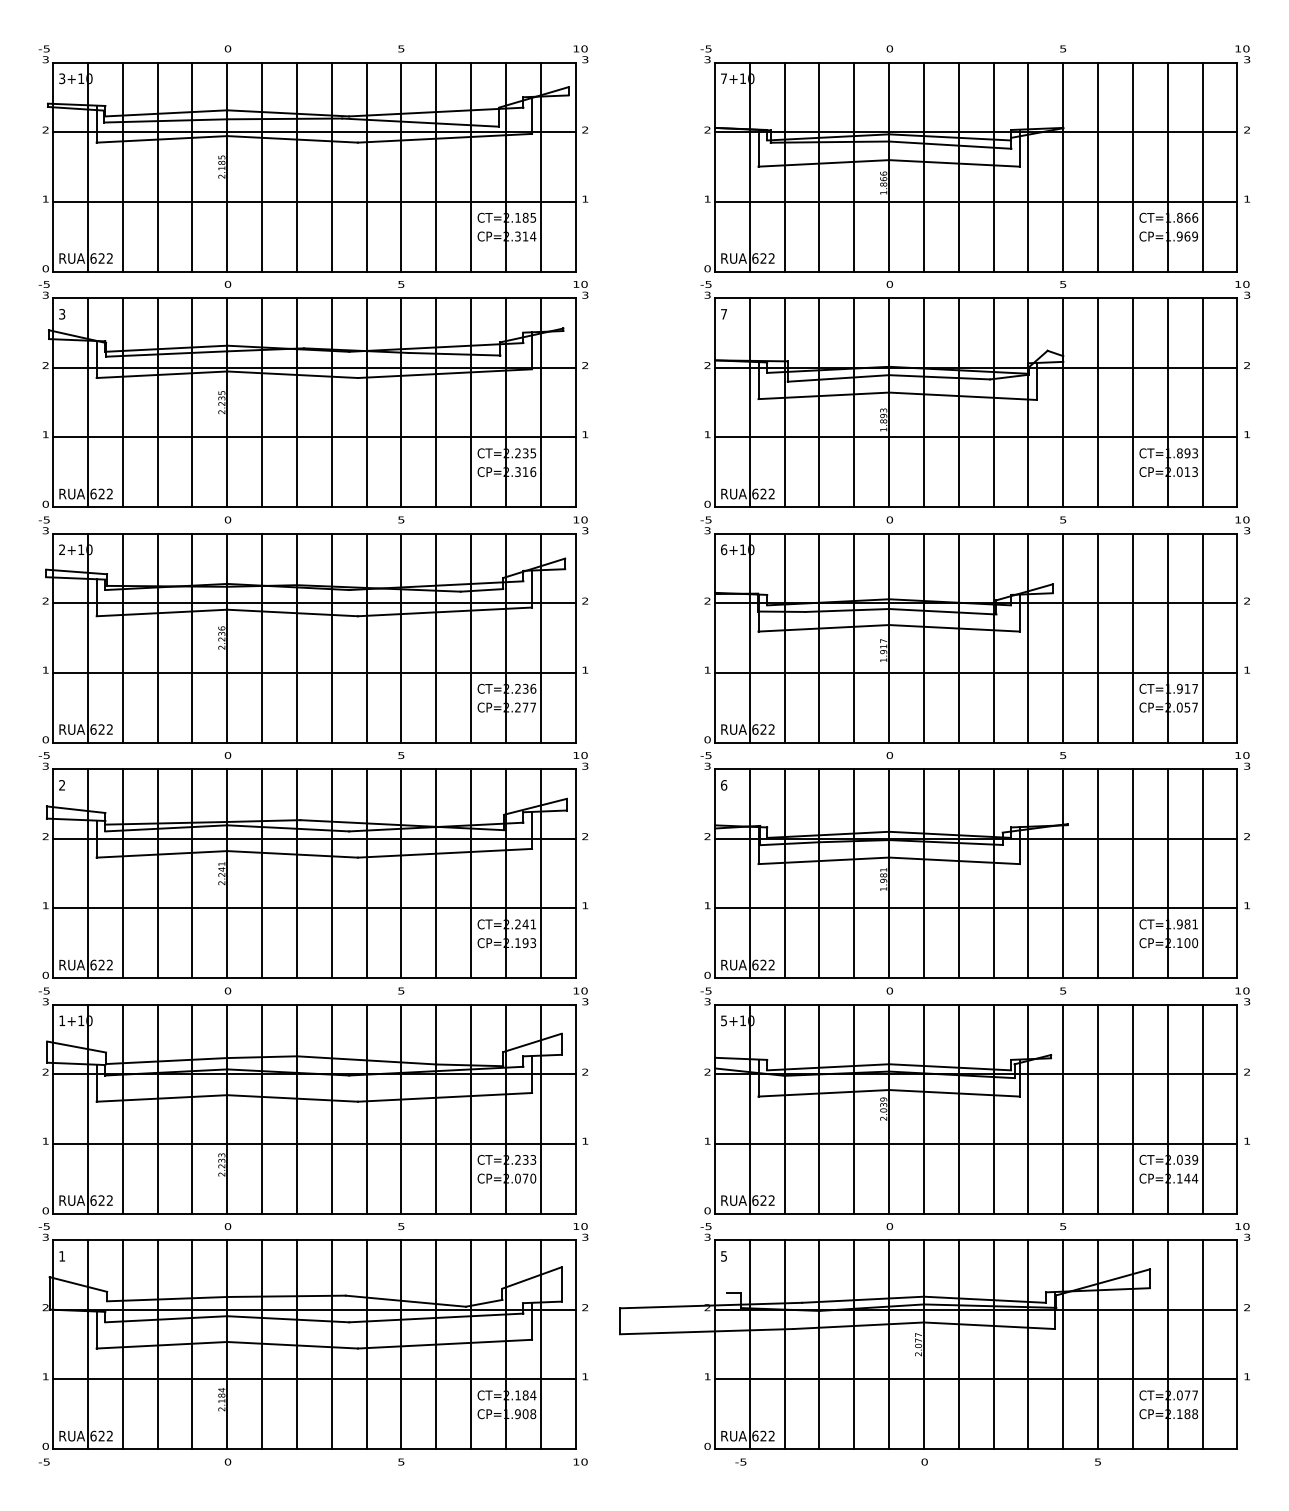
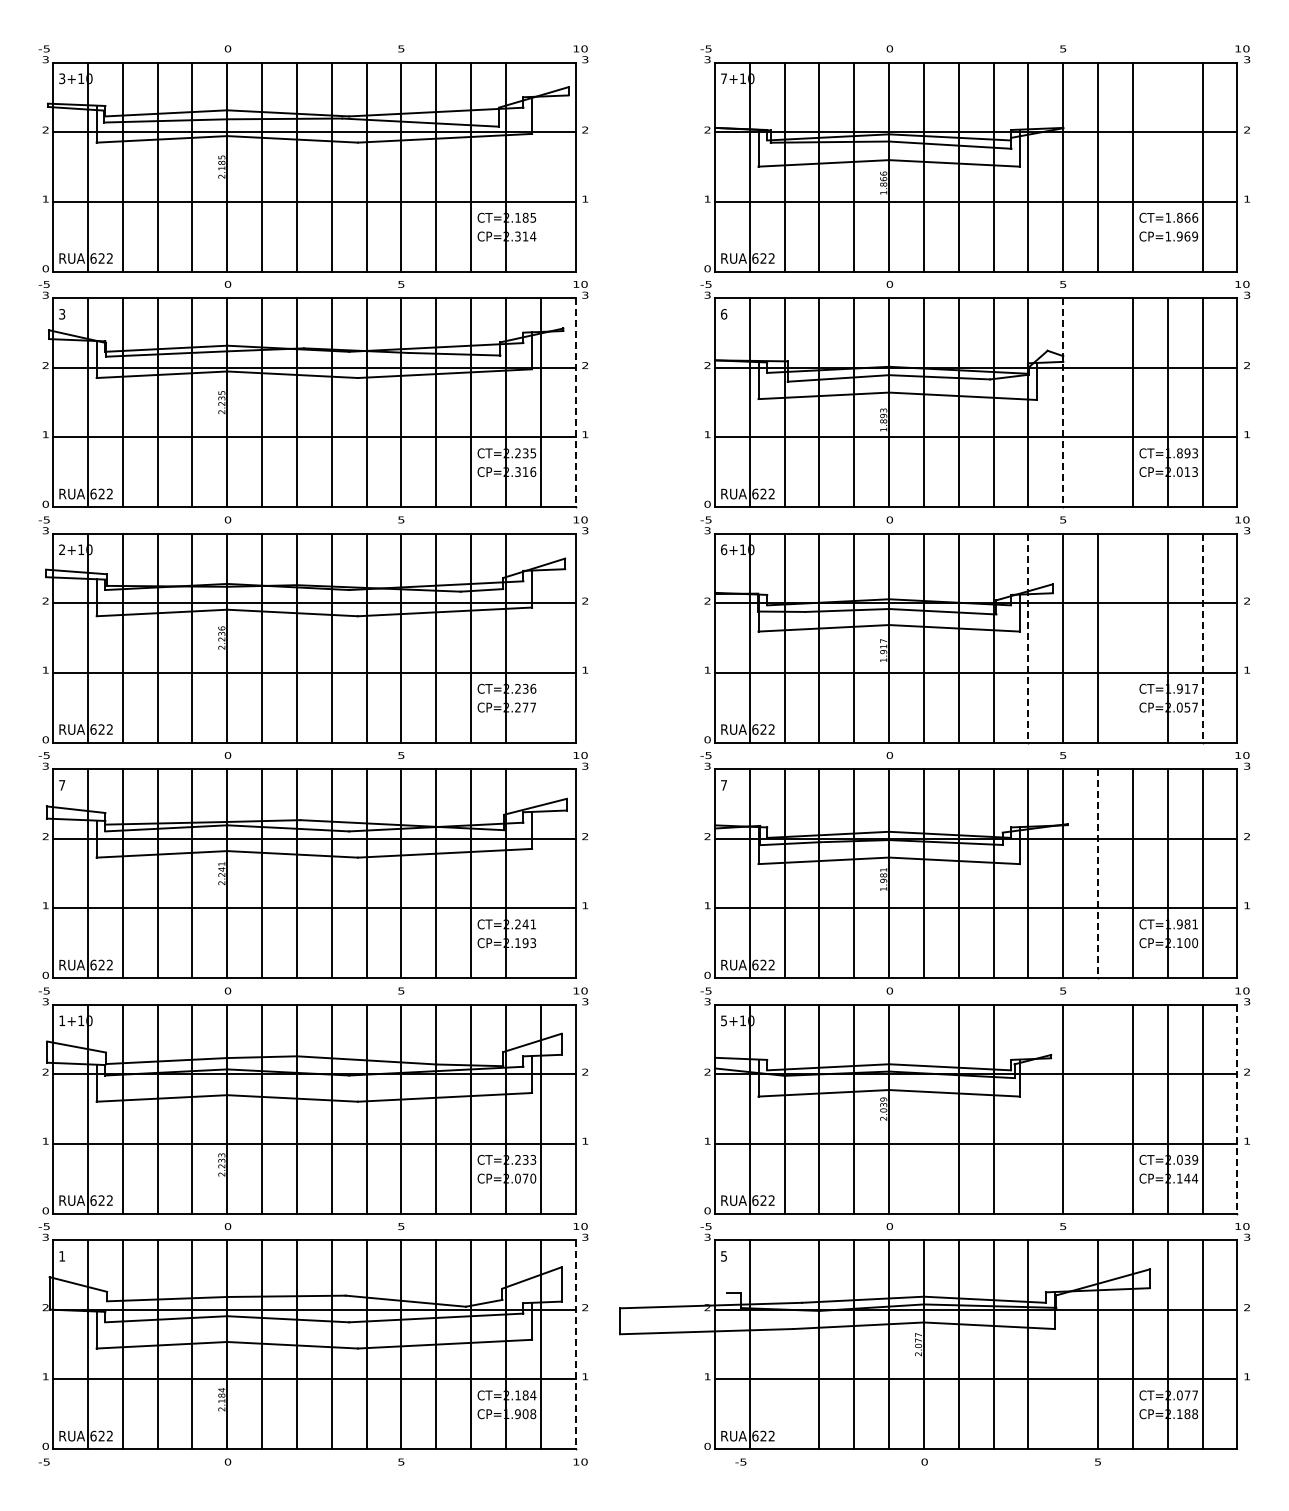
line at (540, 166): present -> none
line at (1167, 166): present -> none
text at (724, 314): 7 -> 6
line at (575, 402): solid -> dashed
line at (1063, 402): solid -> dashed
line at (1098, 402): present -> none
line at (540, 637): present -> none
line at (1132, 637): present -> none
line at (1028, 638): solid -> dashed
line at (1202, 638): solid -> dashed
text at (62, 785): 2 -> 7
text at (724, 785): 6 -> 7
line at (540, 873): present -> none
line at (1098, 873): solid -> dashed
line at (923, 1108): present -> none
line at (1028, 1108): present -> none
line at (1098, 1108): present -> none
line at (1237, 1109): solid -> dashed
line at (575, 1344): solid -> dashed
line at (784, 1344): present -> none
line at (1063, 1344): present -> none
